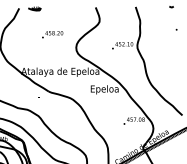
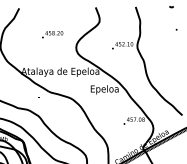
part at (34, 8): present -> none
